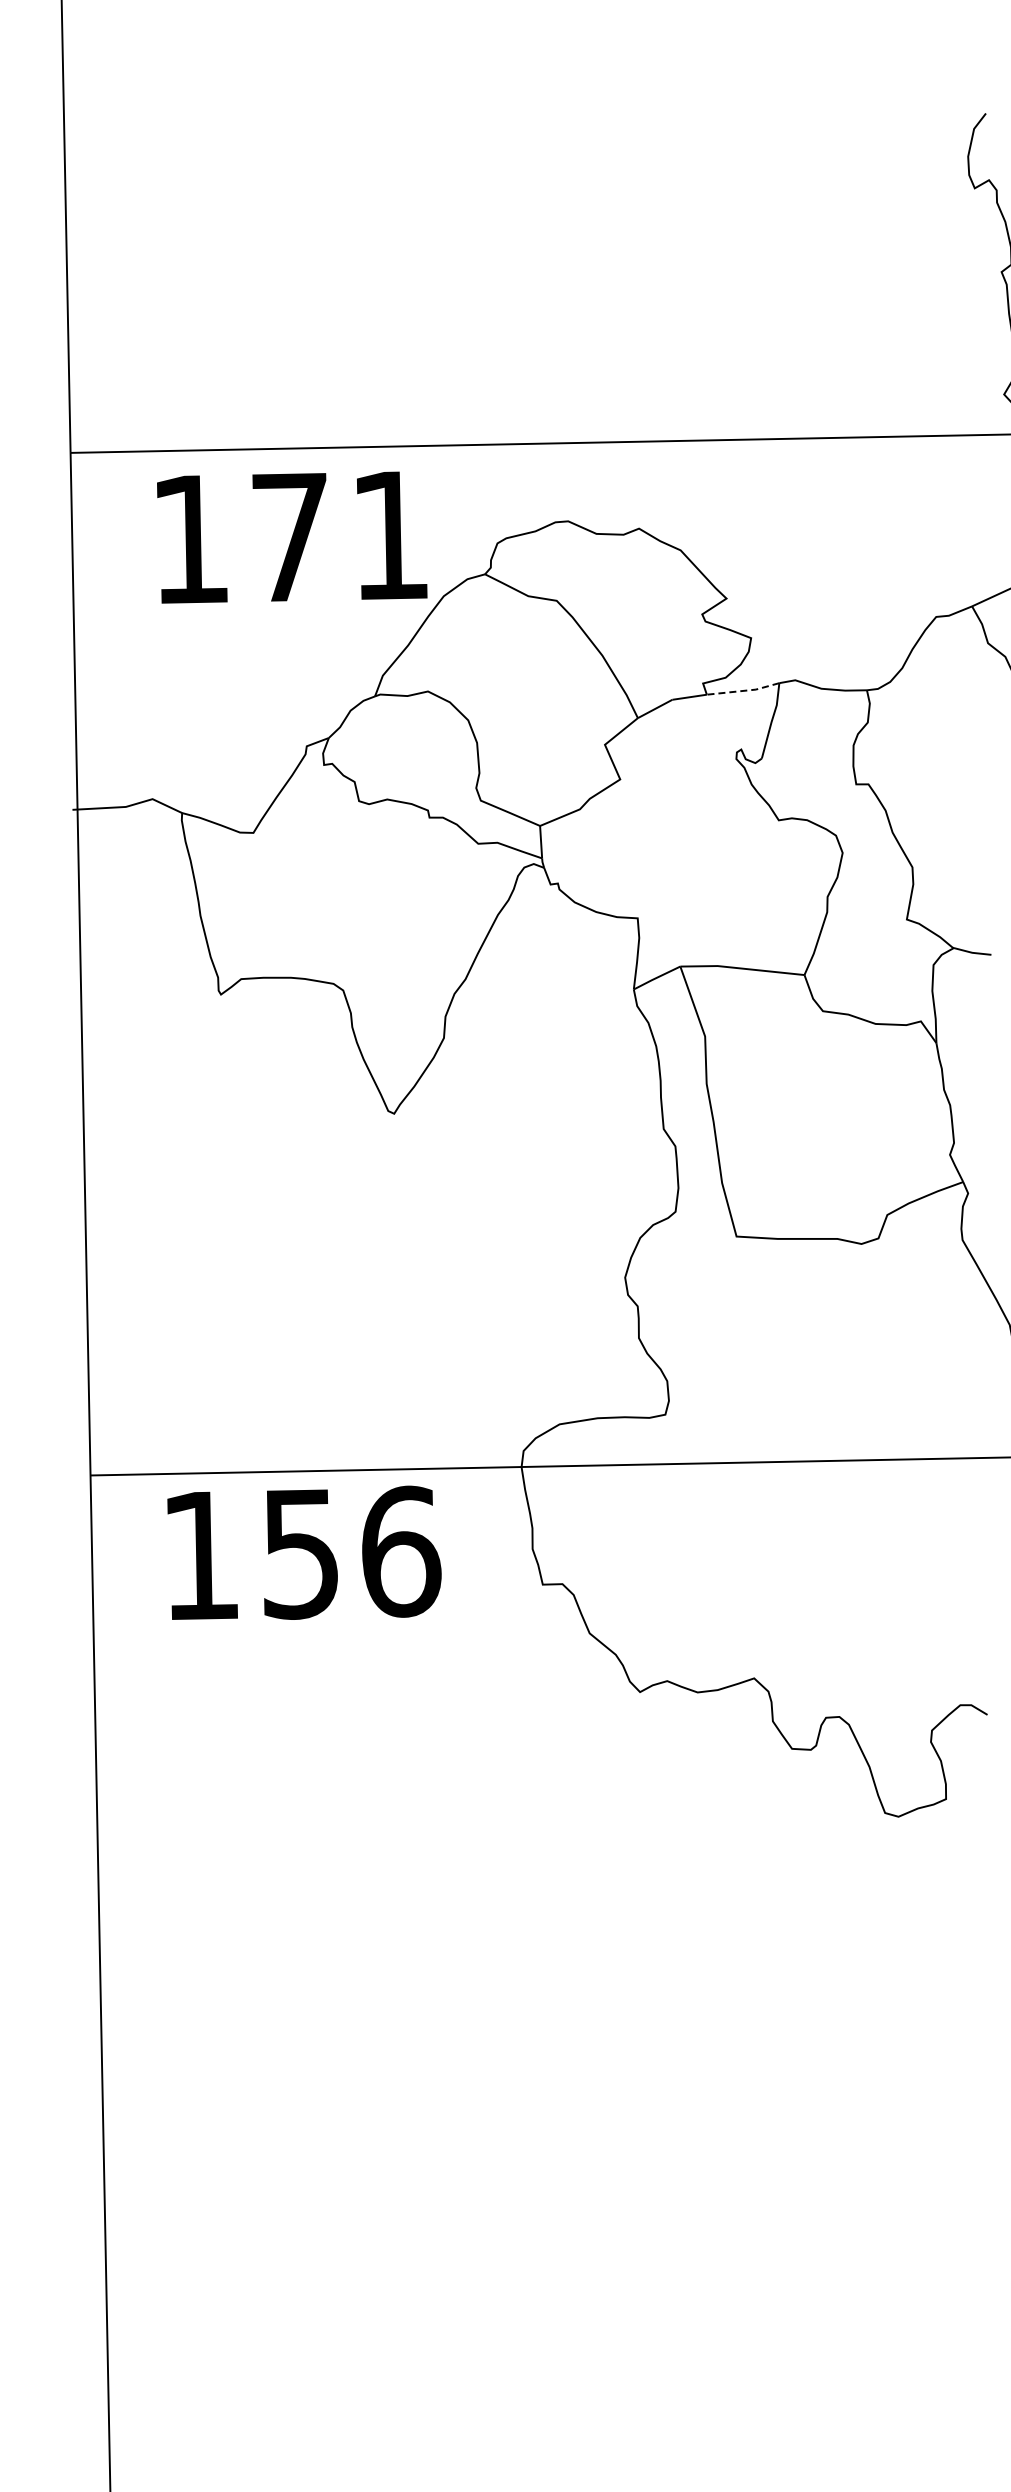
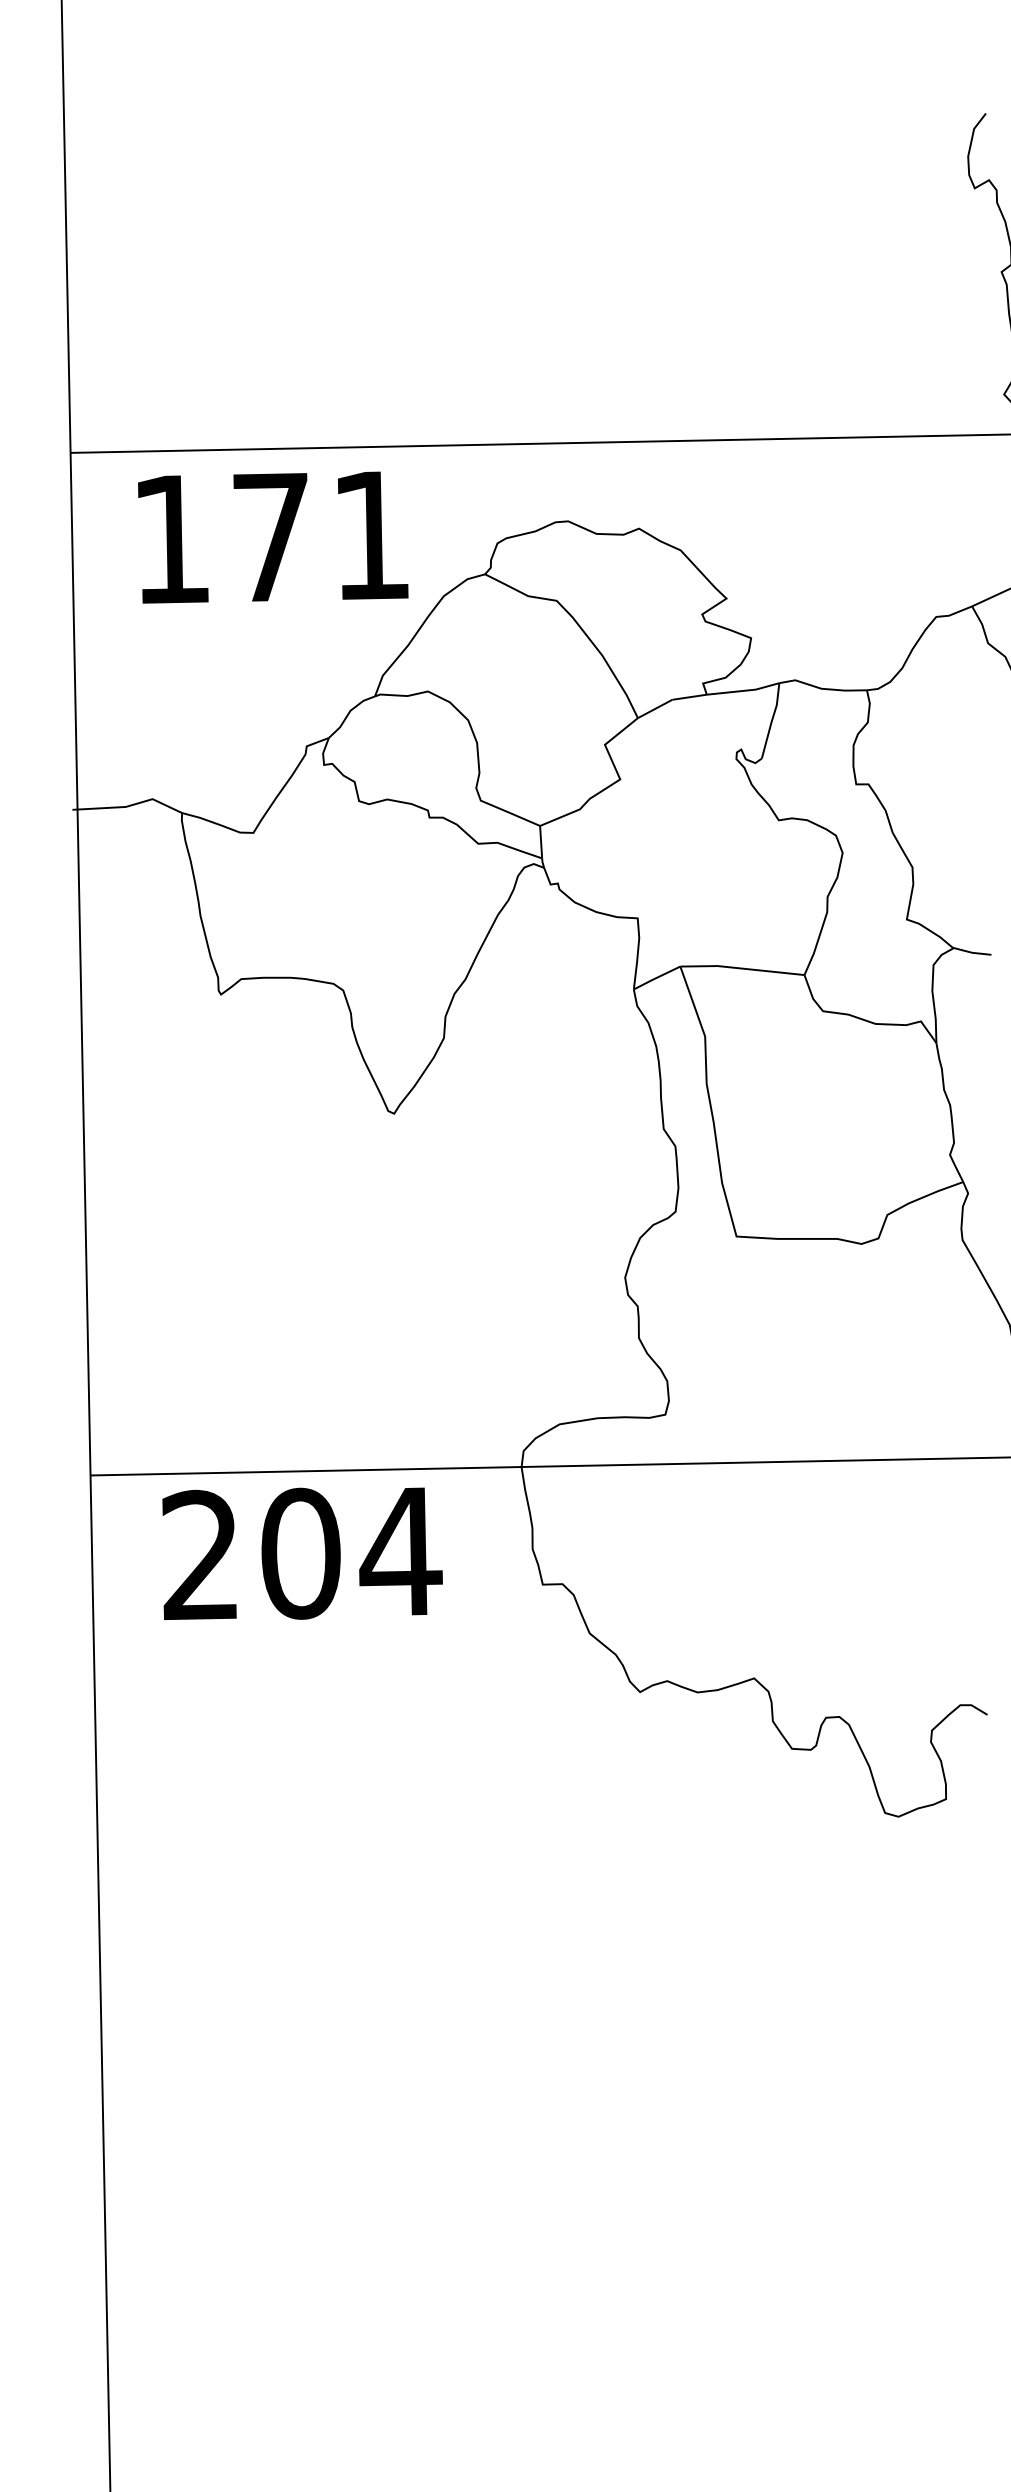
text at (292, 537) position: (292, 537) -> (273, 537)
line at (744, 690): dashed -> solid
text at (302, 1552): 156 -> 204
